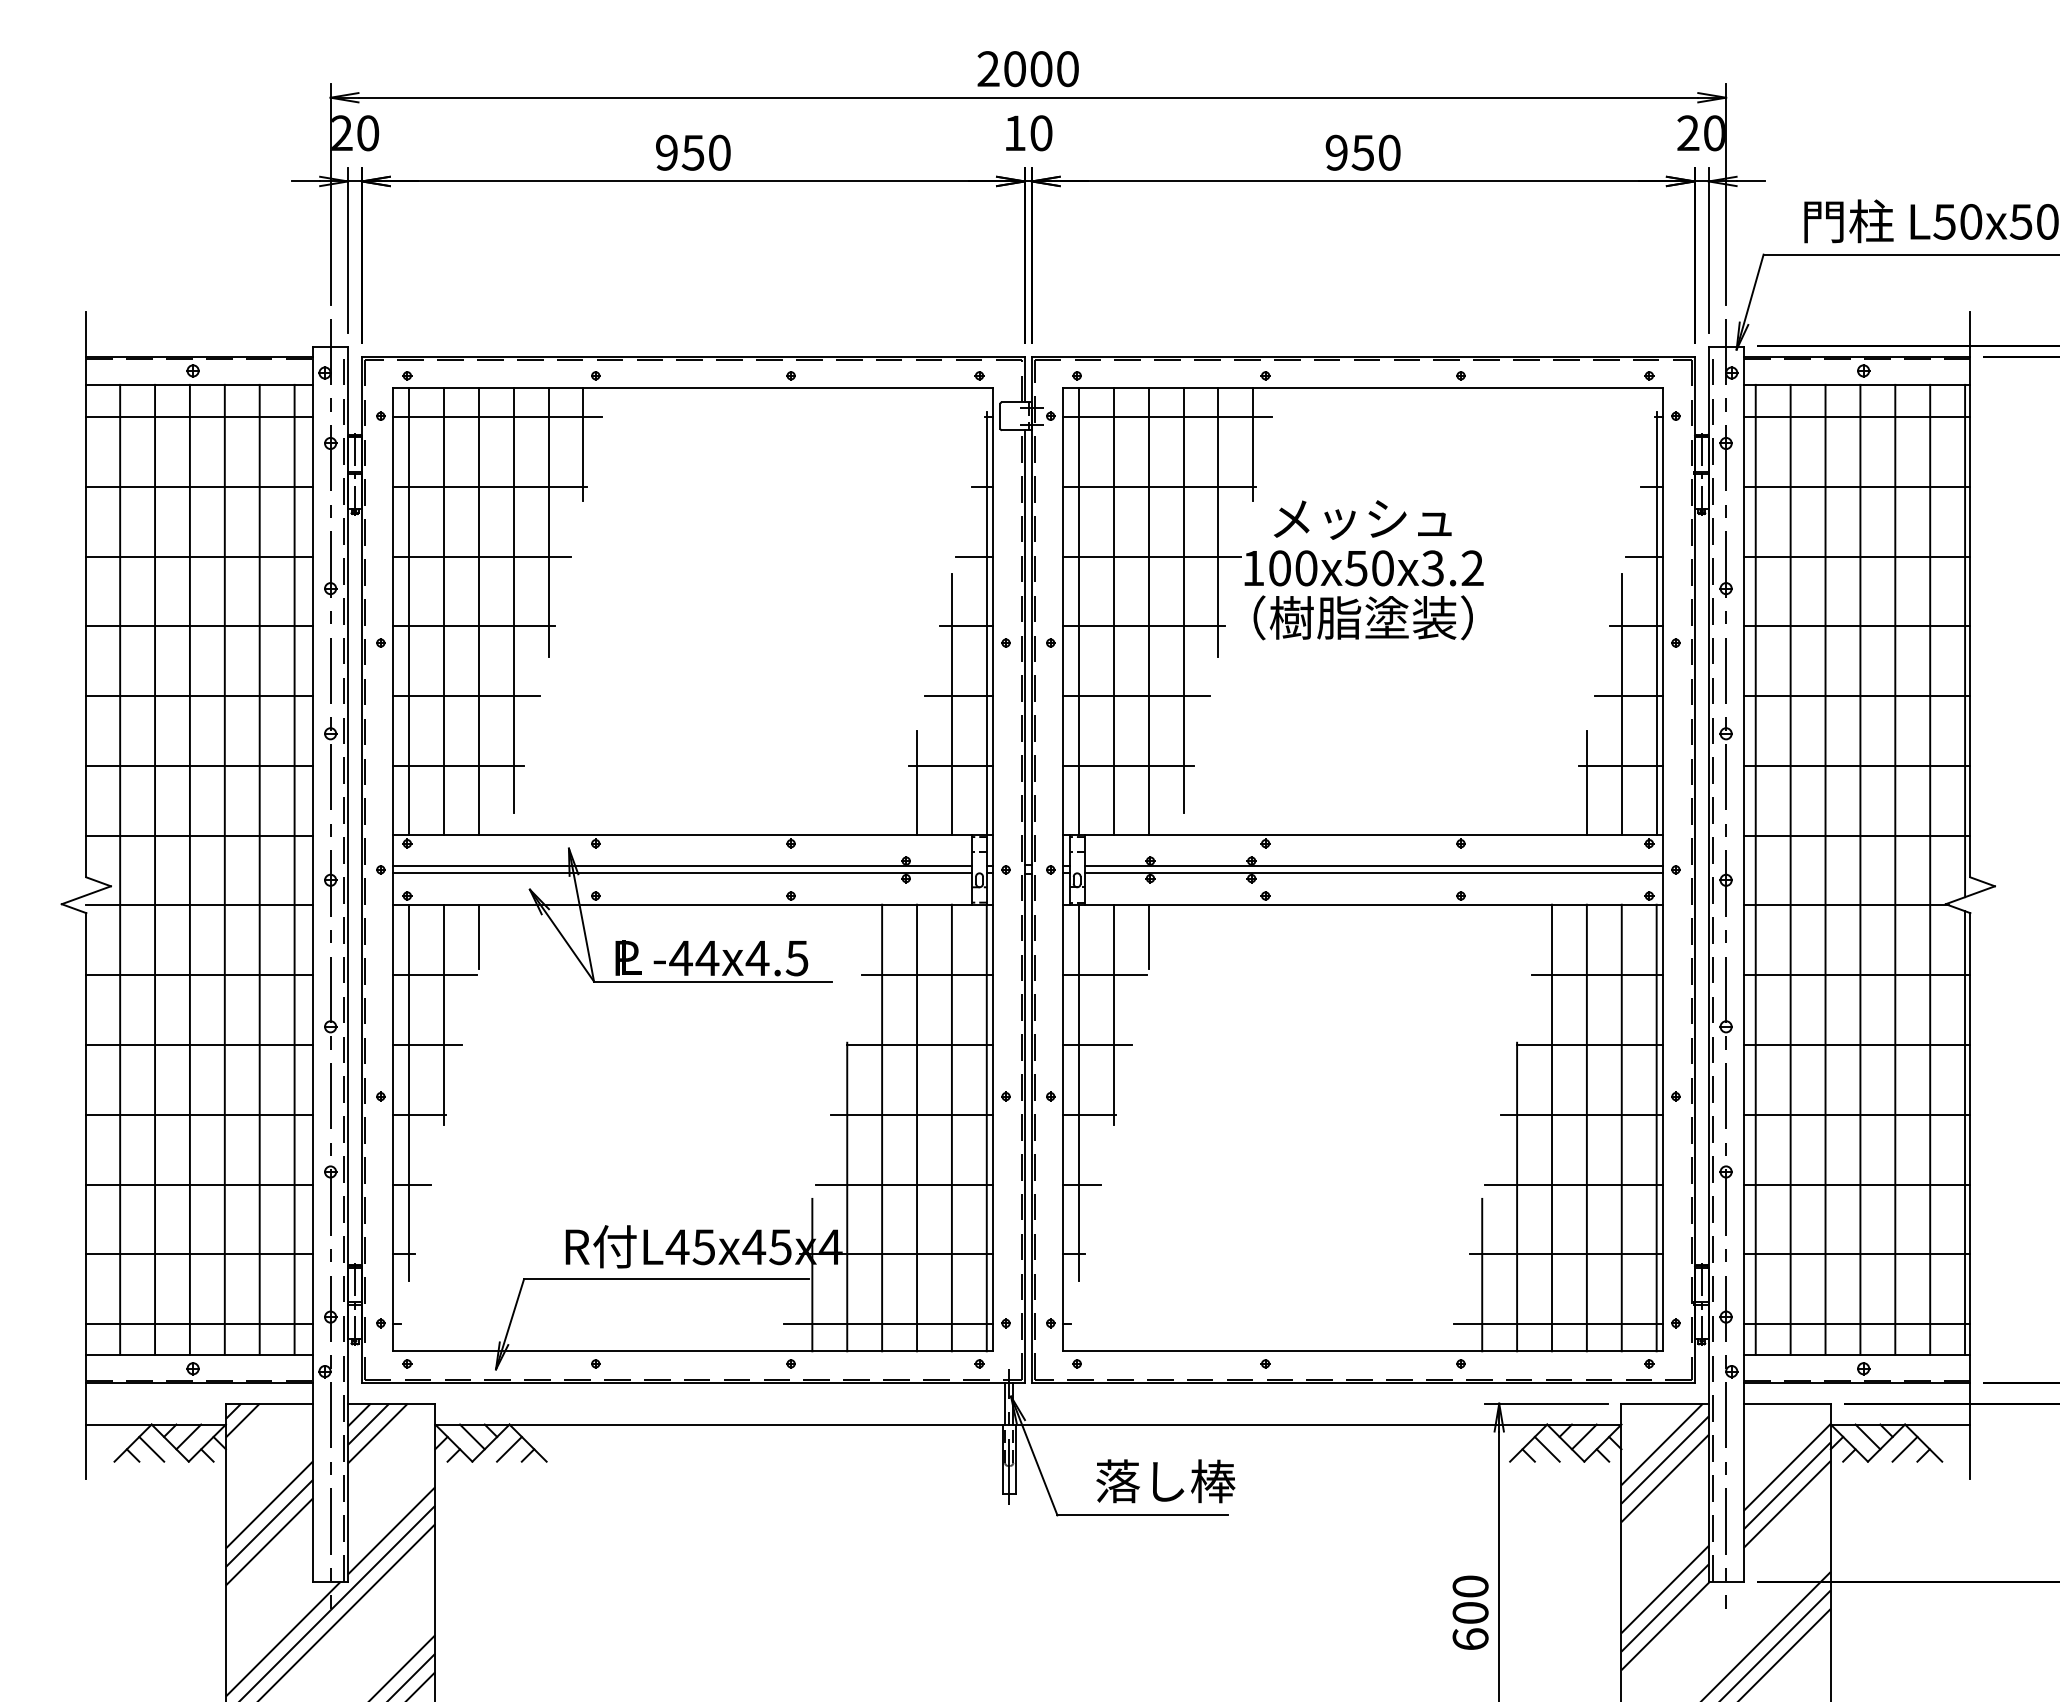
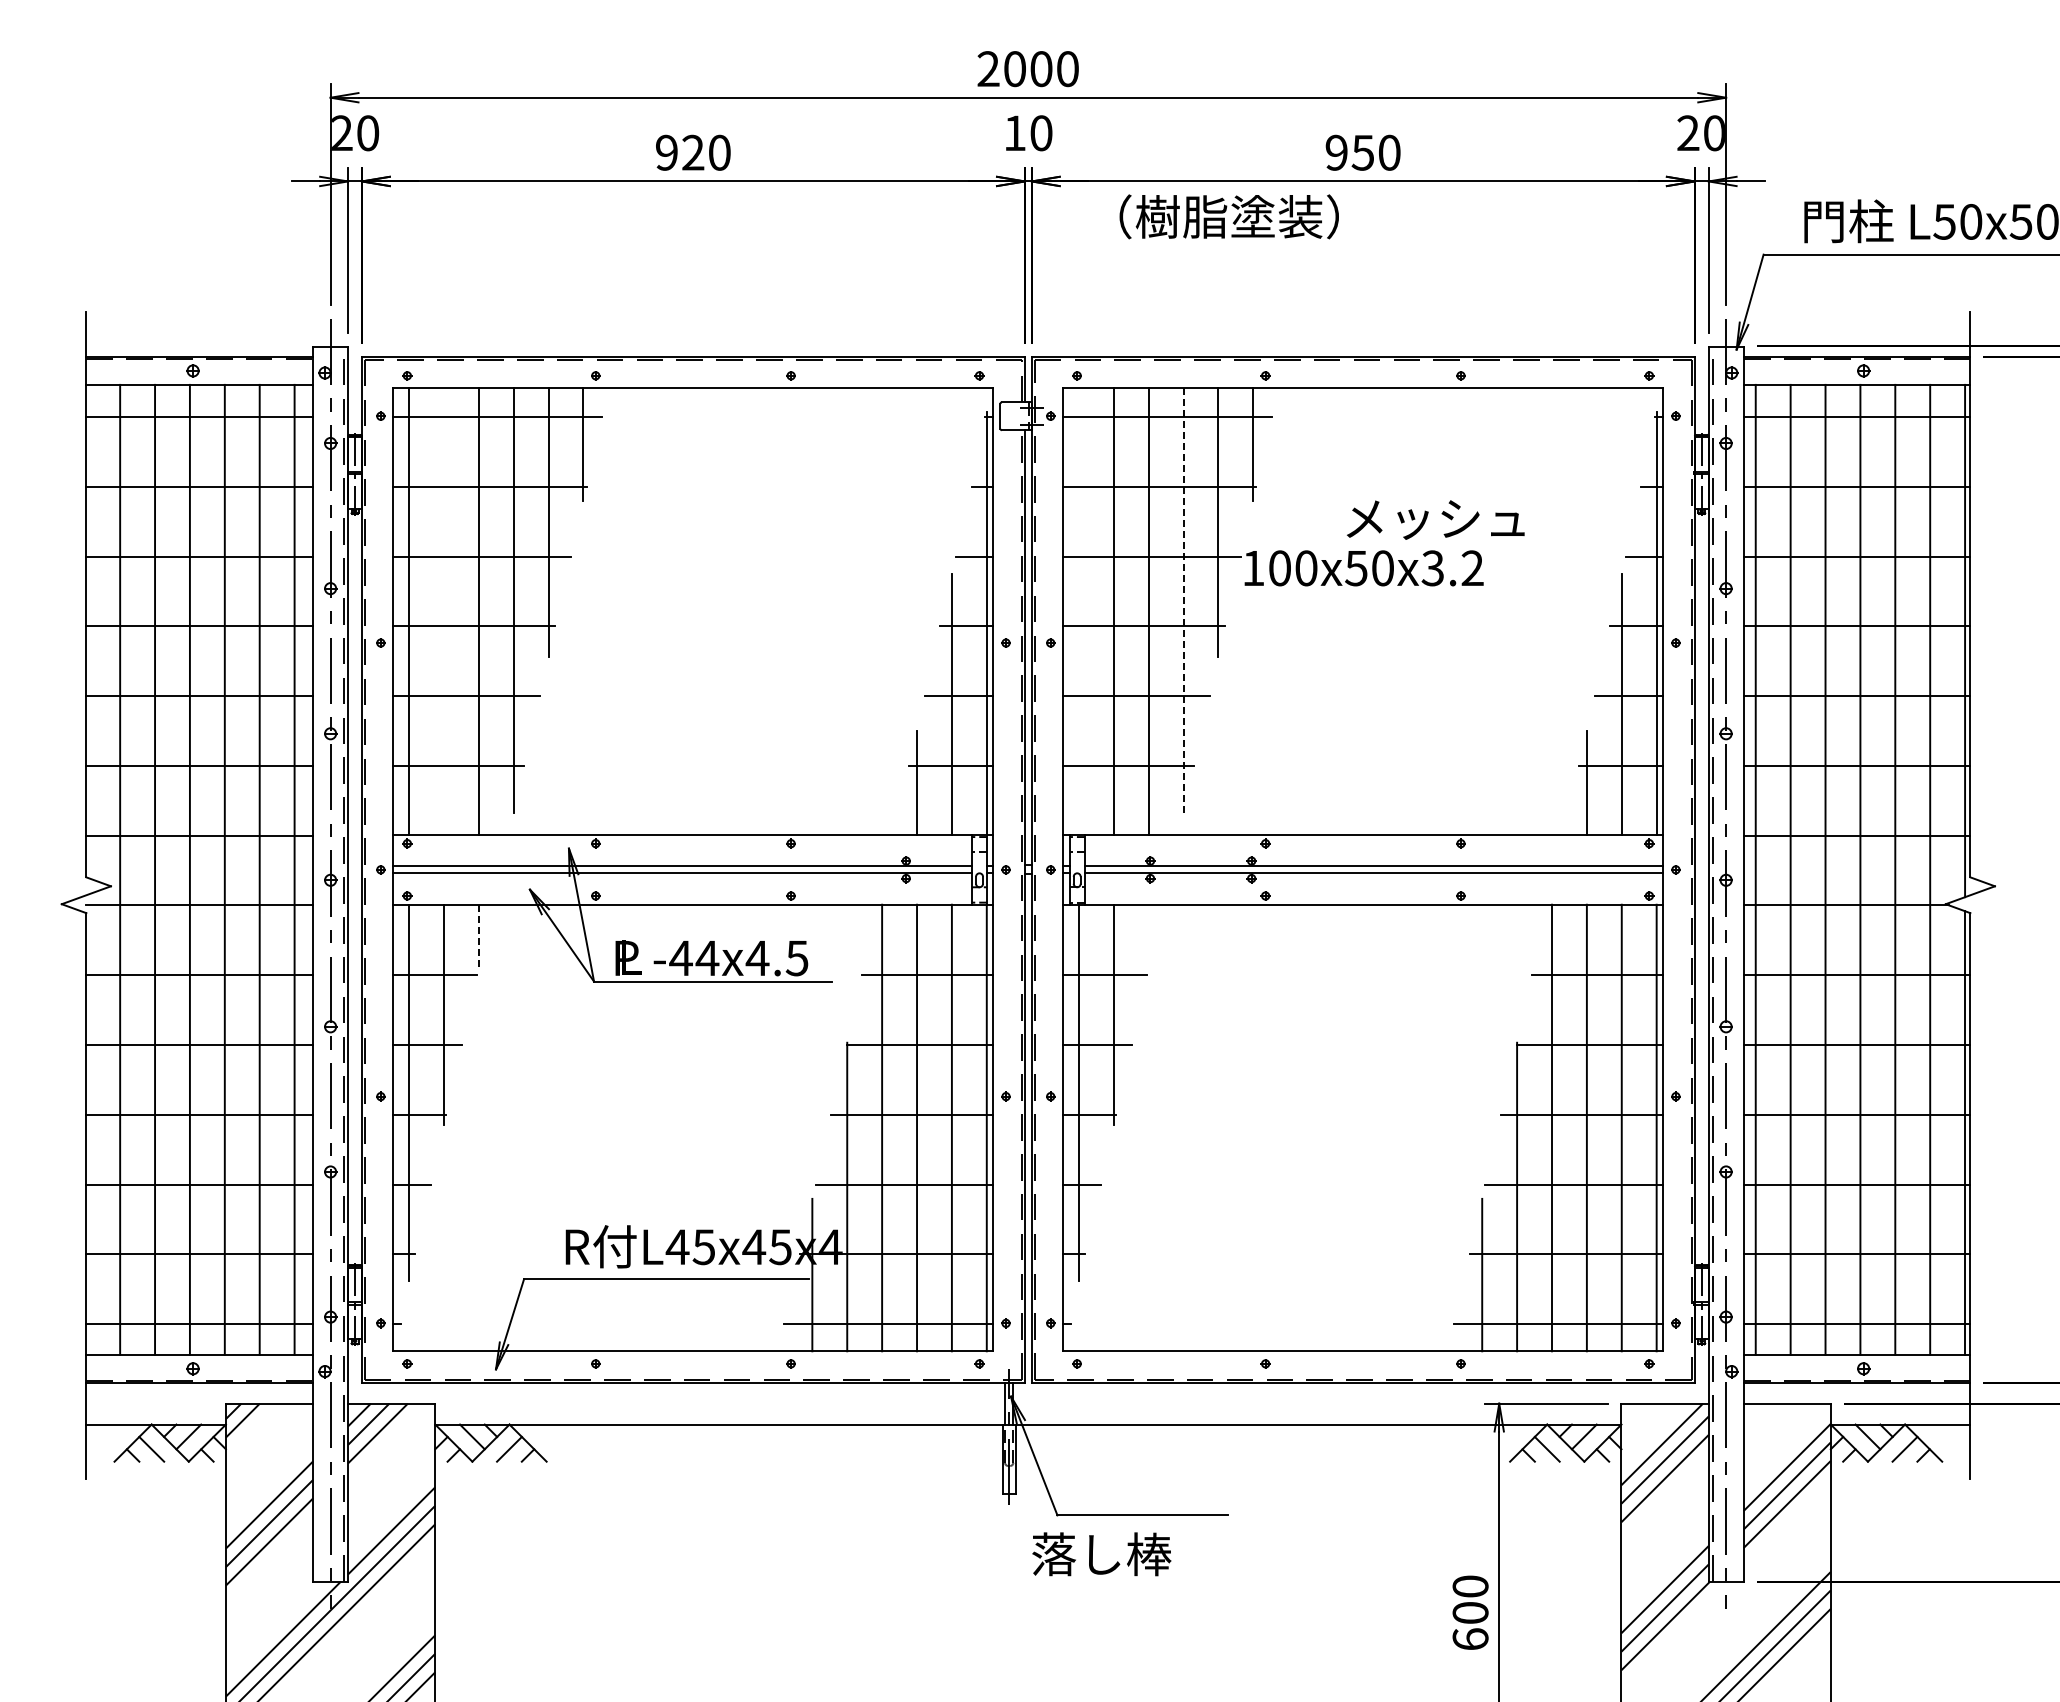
text at (692, 152): 950 -> 920
text at (1362, 519) position: (1362, 519) -> (1435, 519)
line at (1183, 601): solid -> dashed
line at (443, 611): present -> none
line at (1078, 611): present -> none
text at (1362, 617) position: (1362, 617) -> (1228, 216)
line at (1148, 936): present -> none
line at (478, 937): solid -> dashed
text at (1165, 1481) position: (1165, 1481) -> (1101, 1554)
